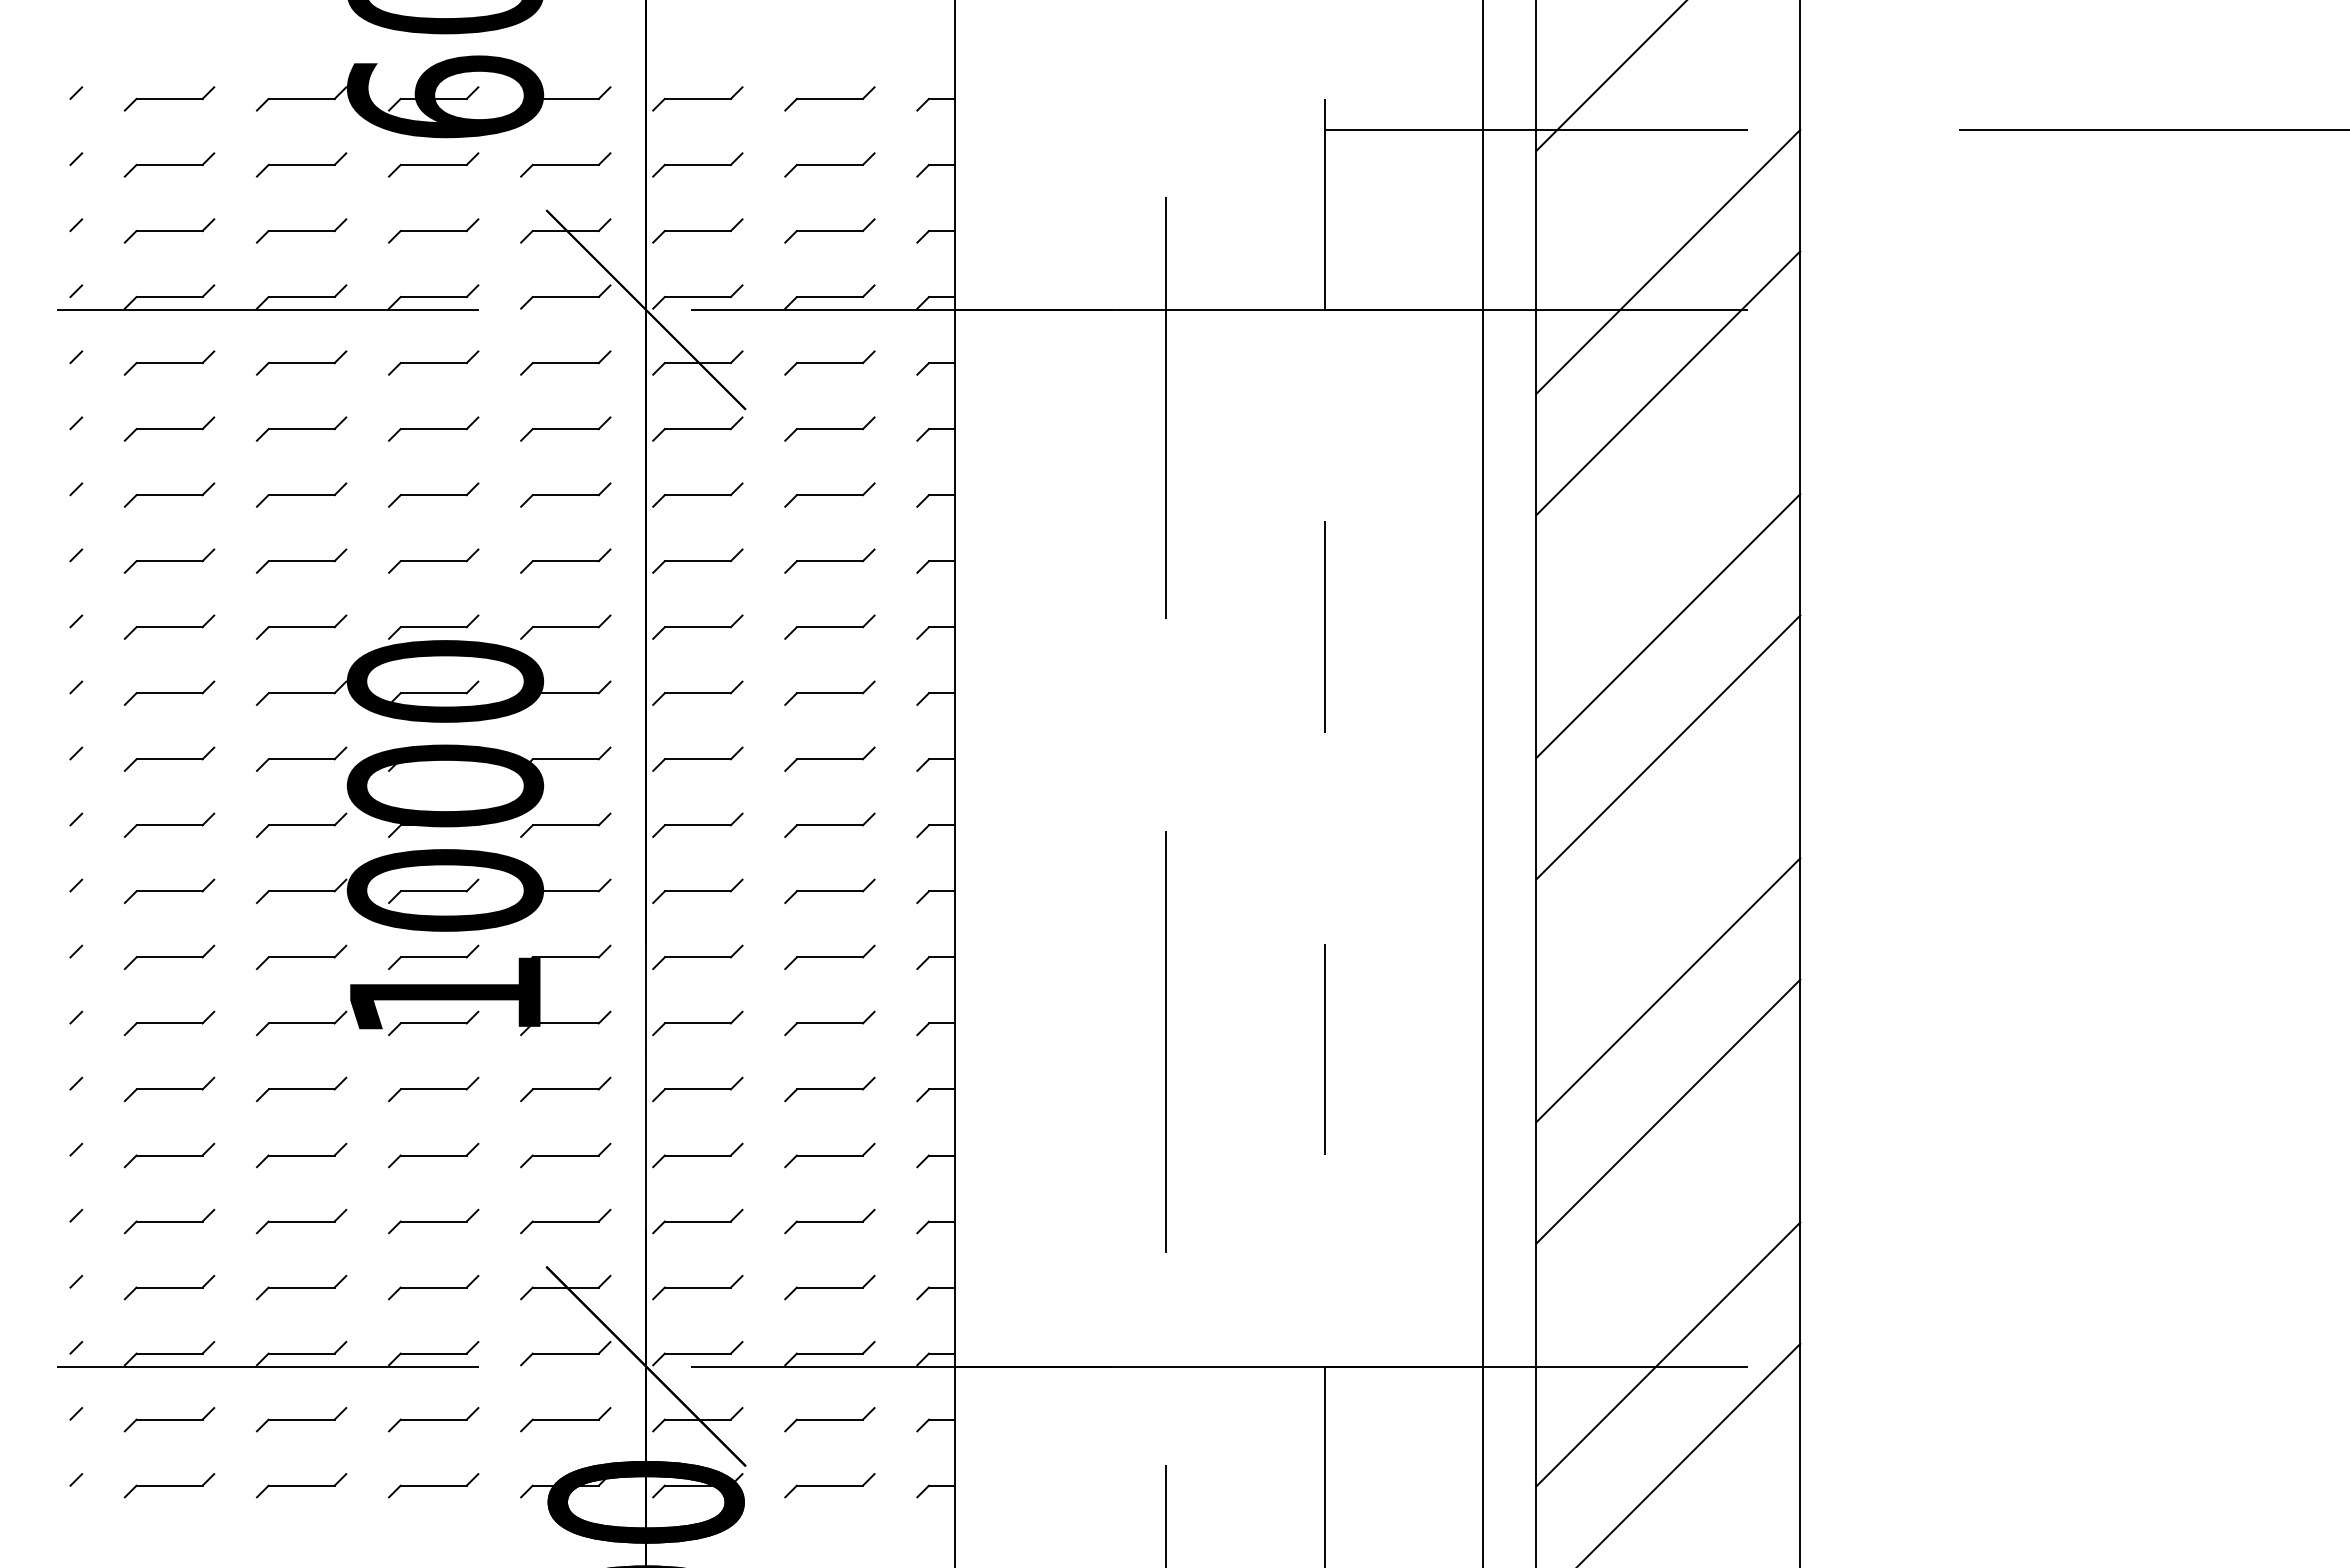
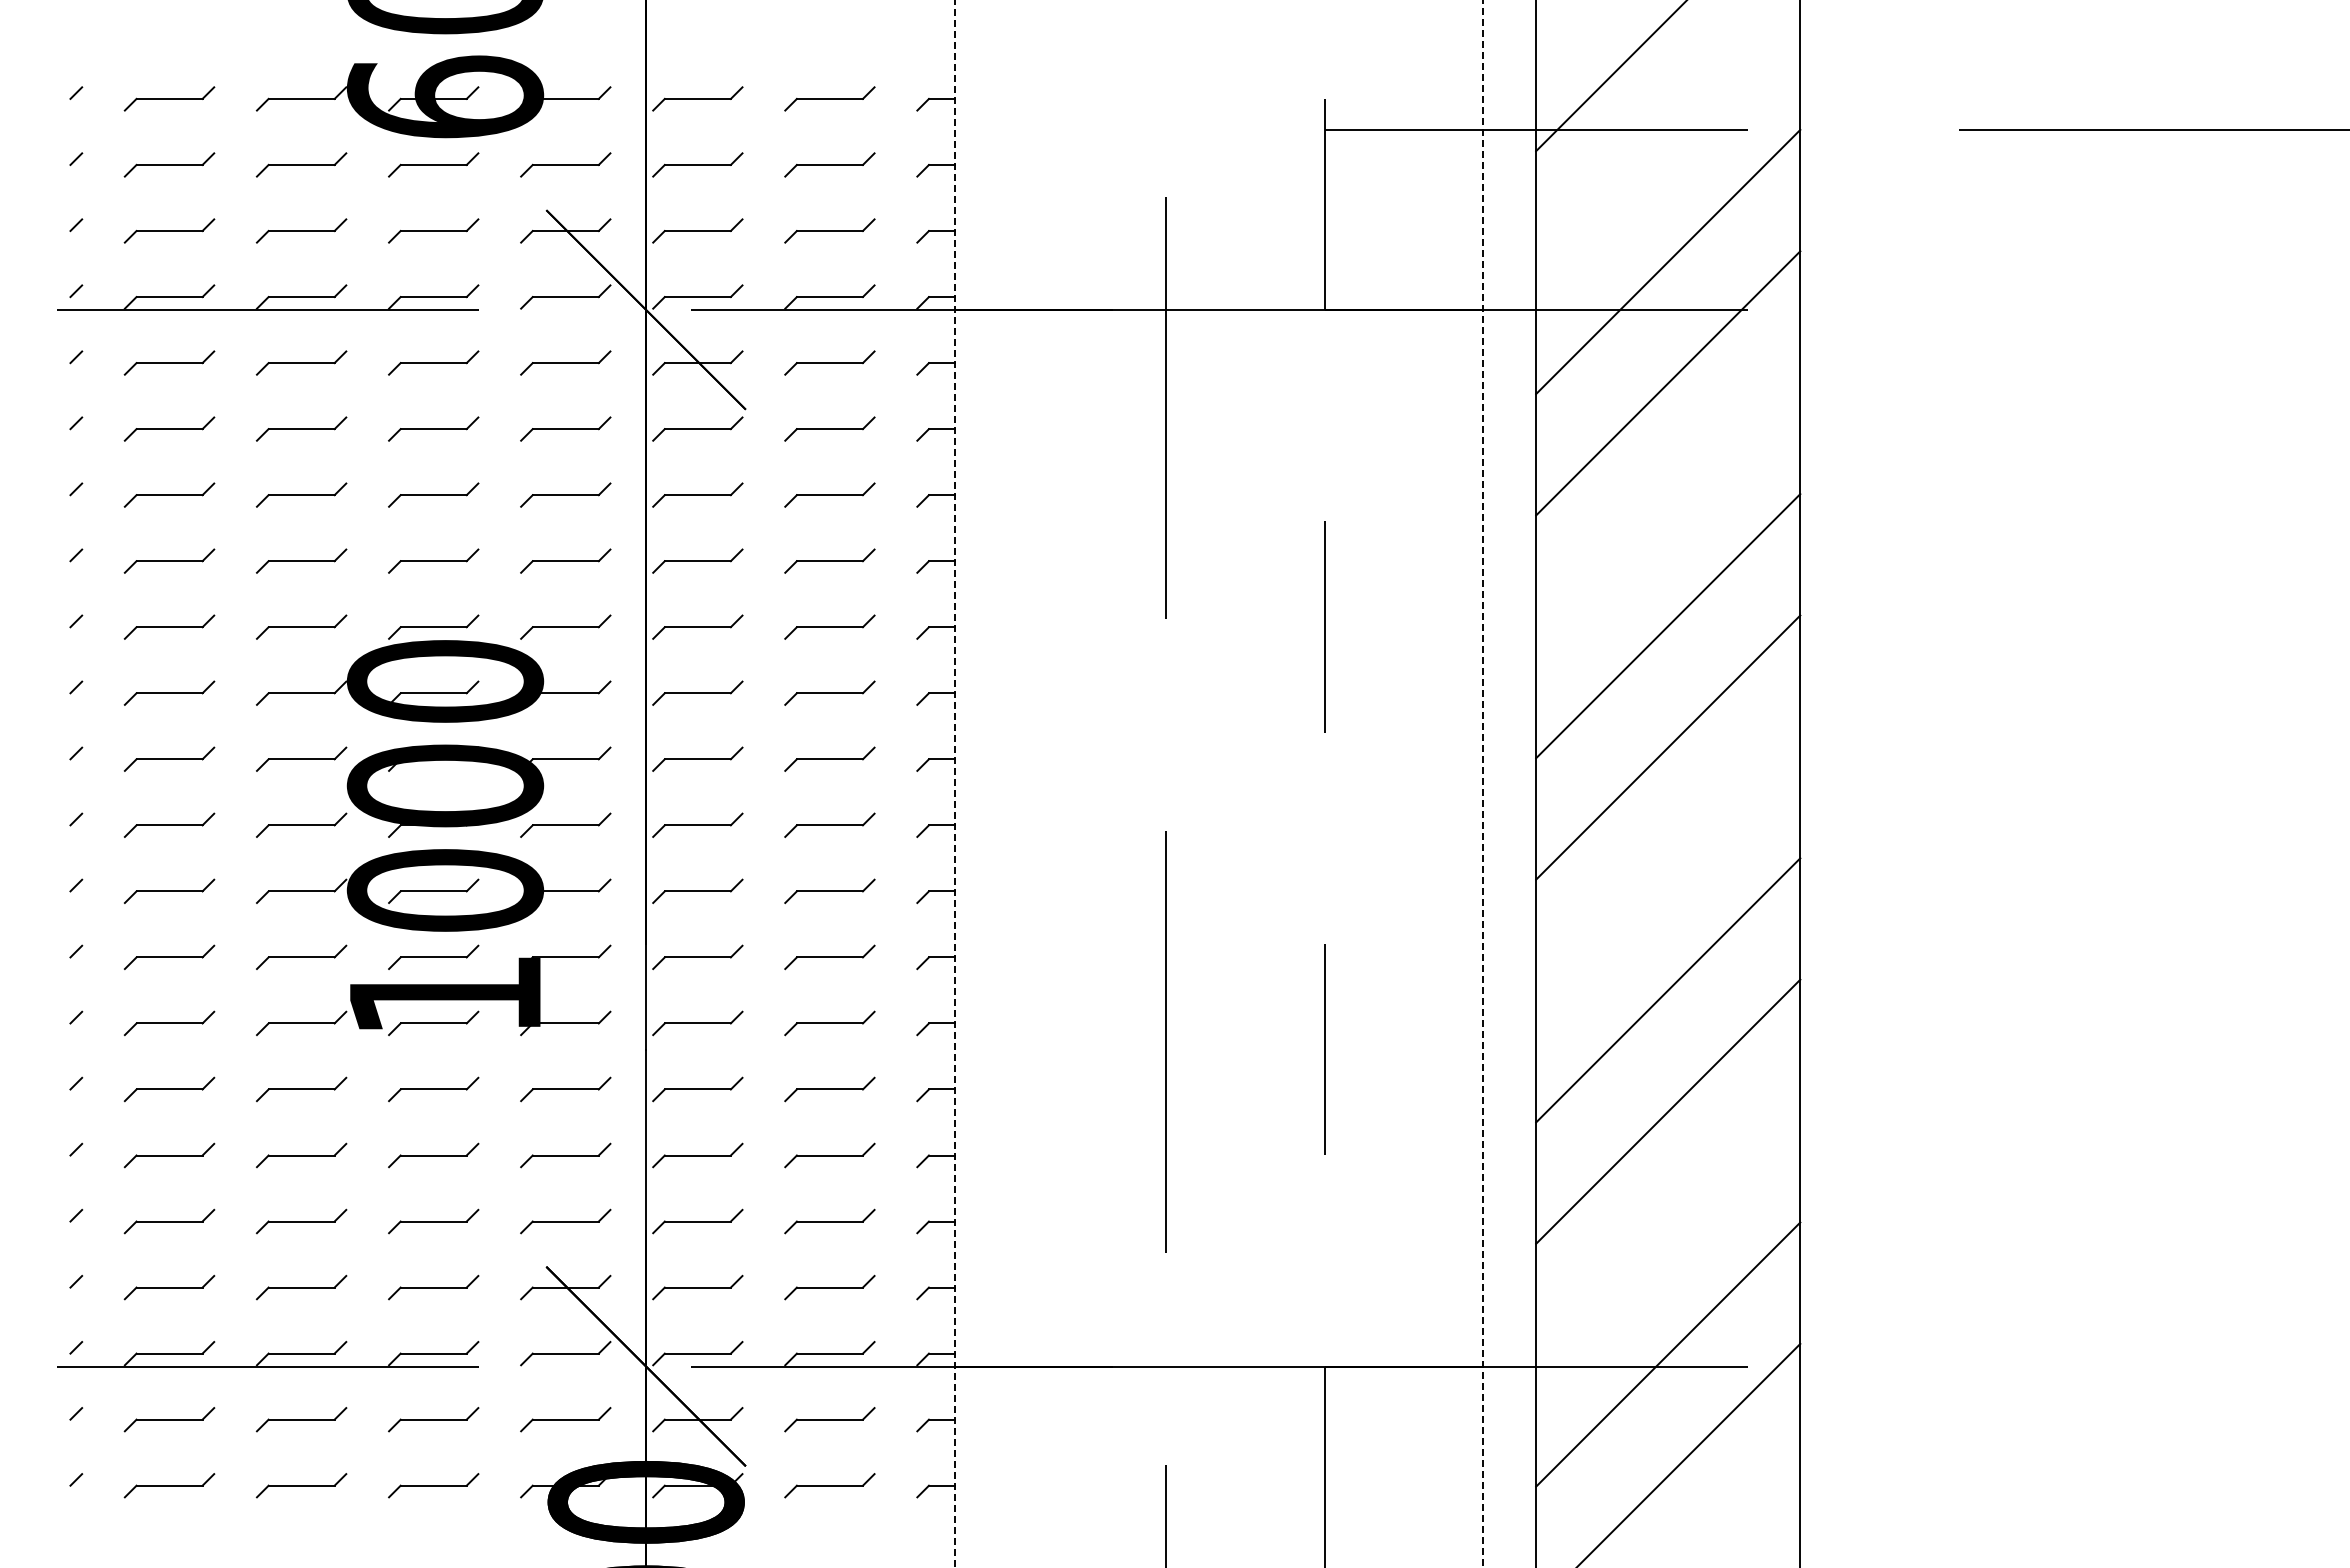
line at (1483, 783): solid -> dashed
line at (955, 784): solid -> dashed
